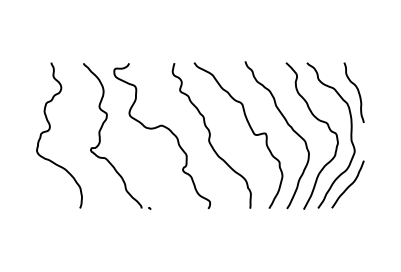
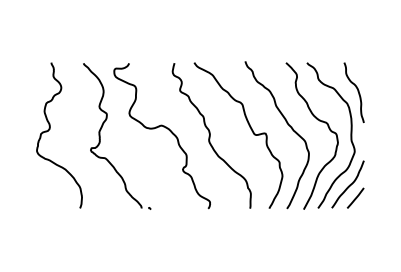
line at (355, 197): none -> present
